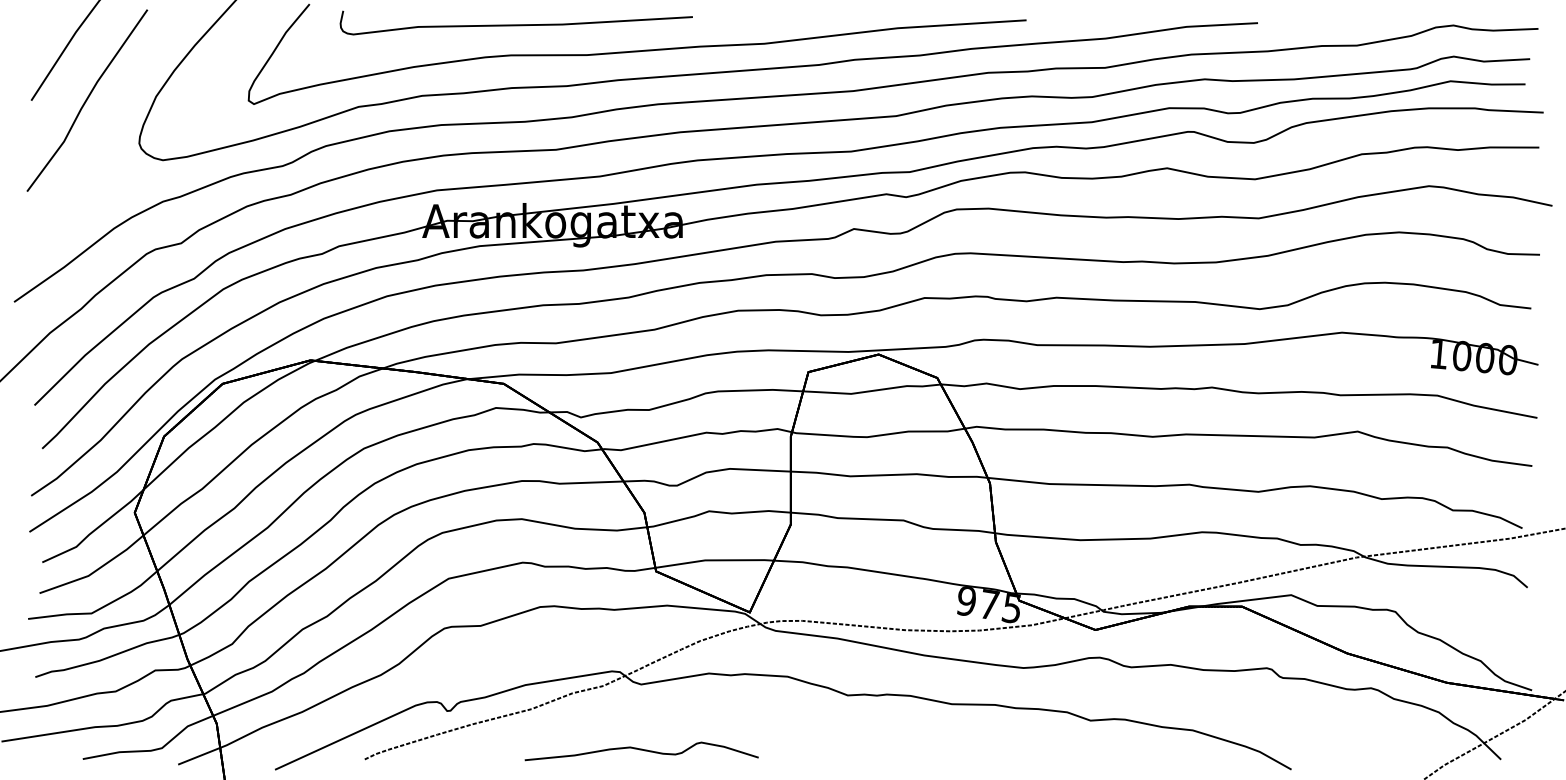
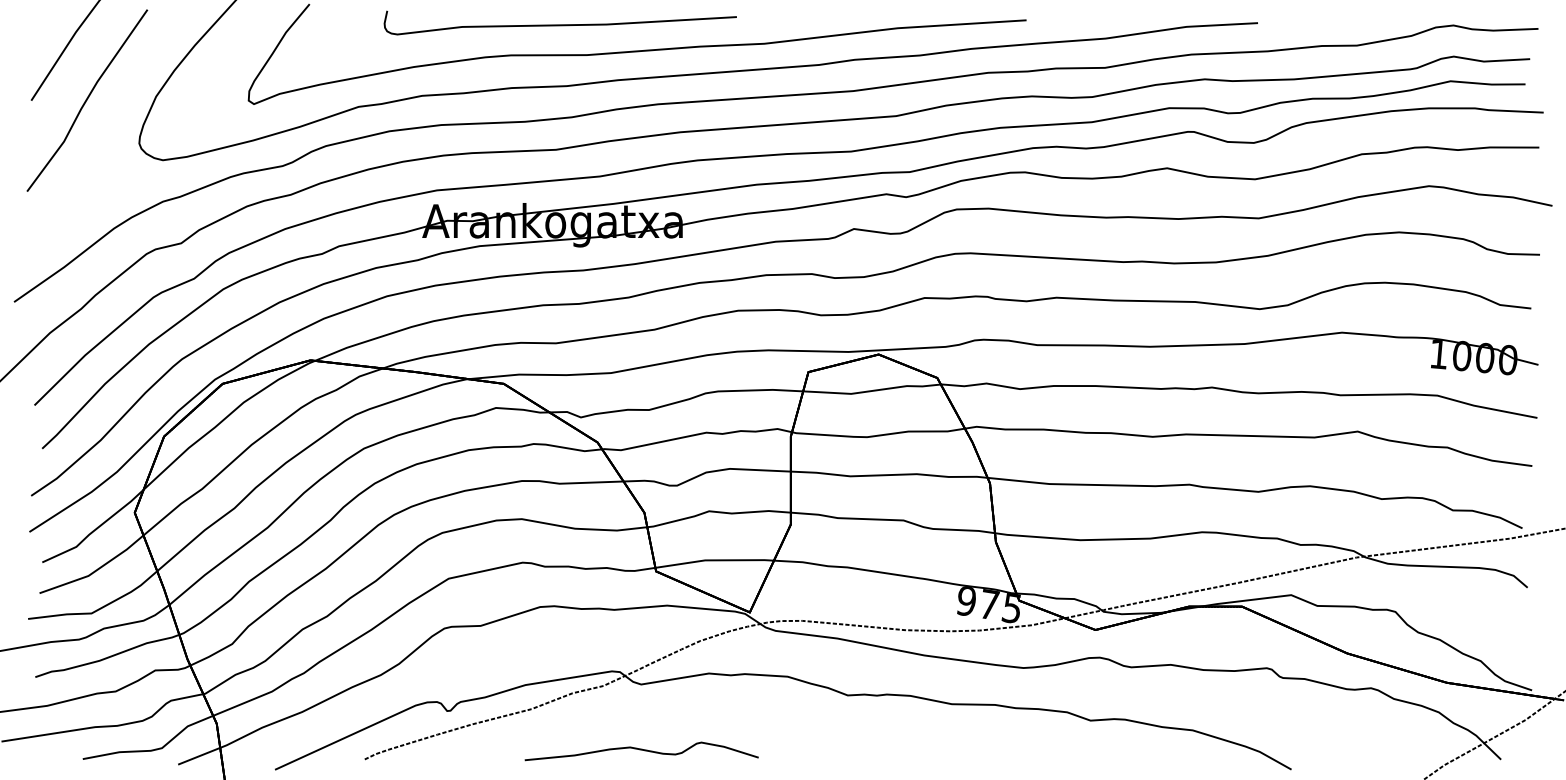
part at (515, 22) position: (515, 22) -> (559, 22)
